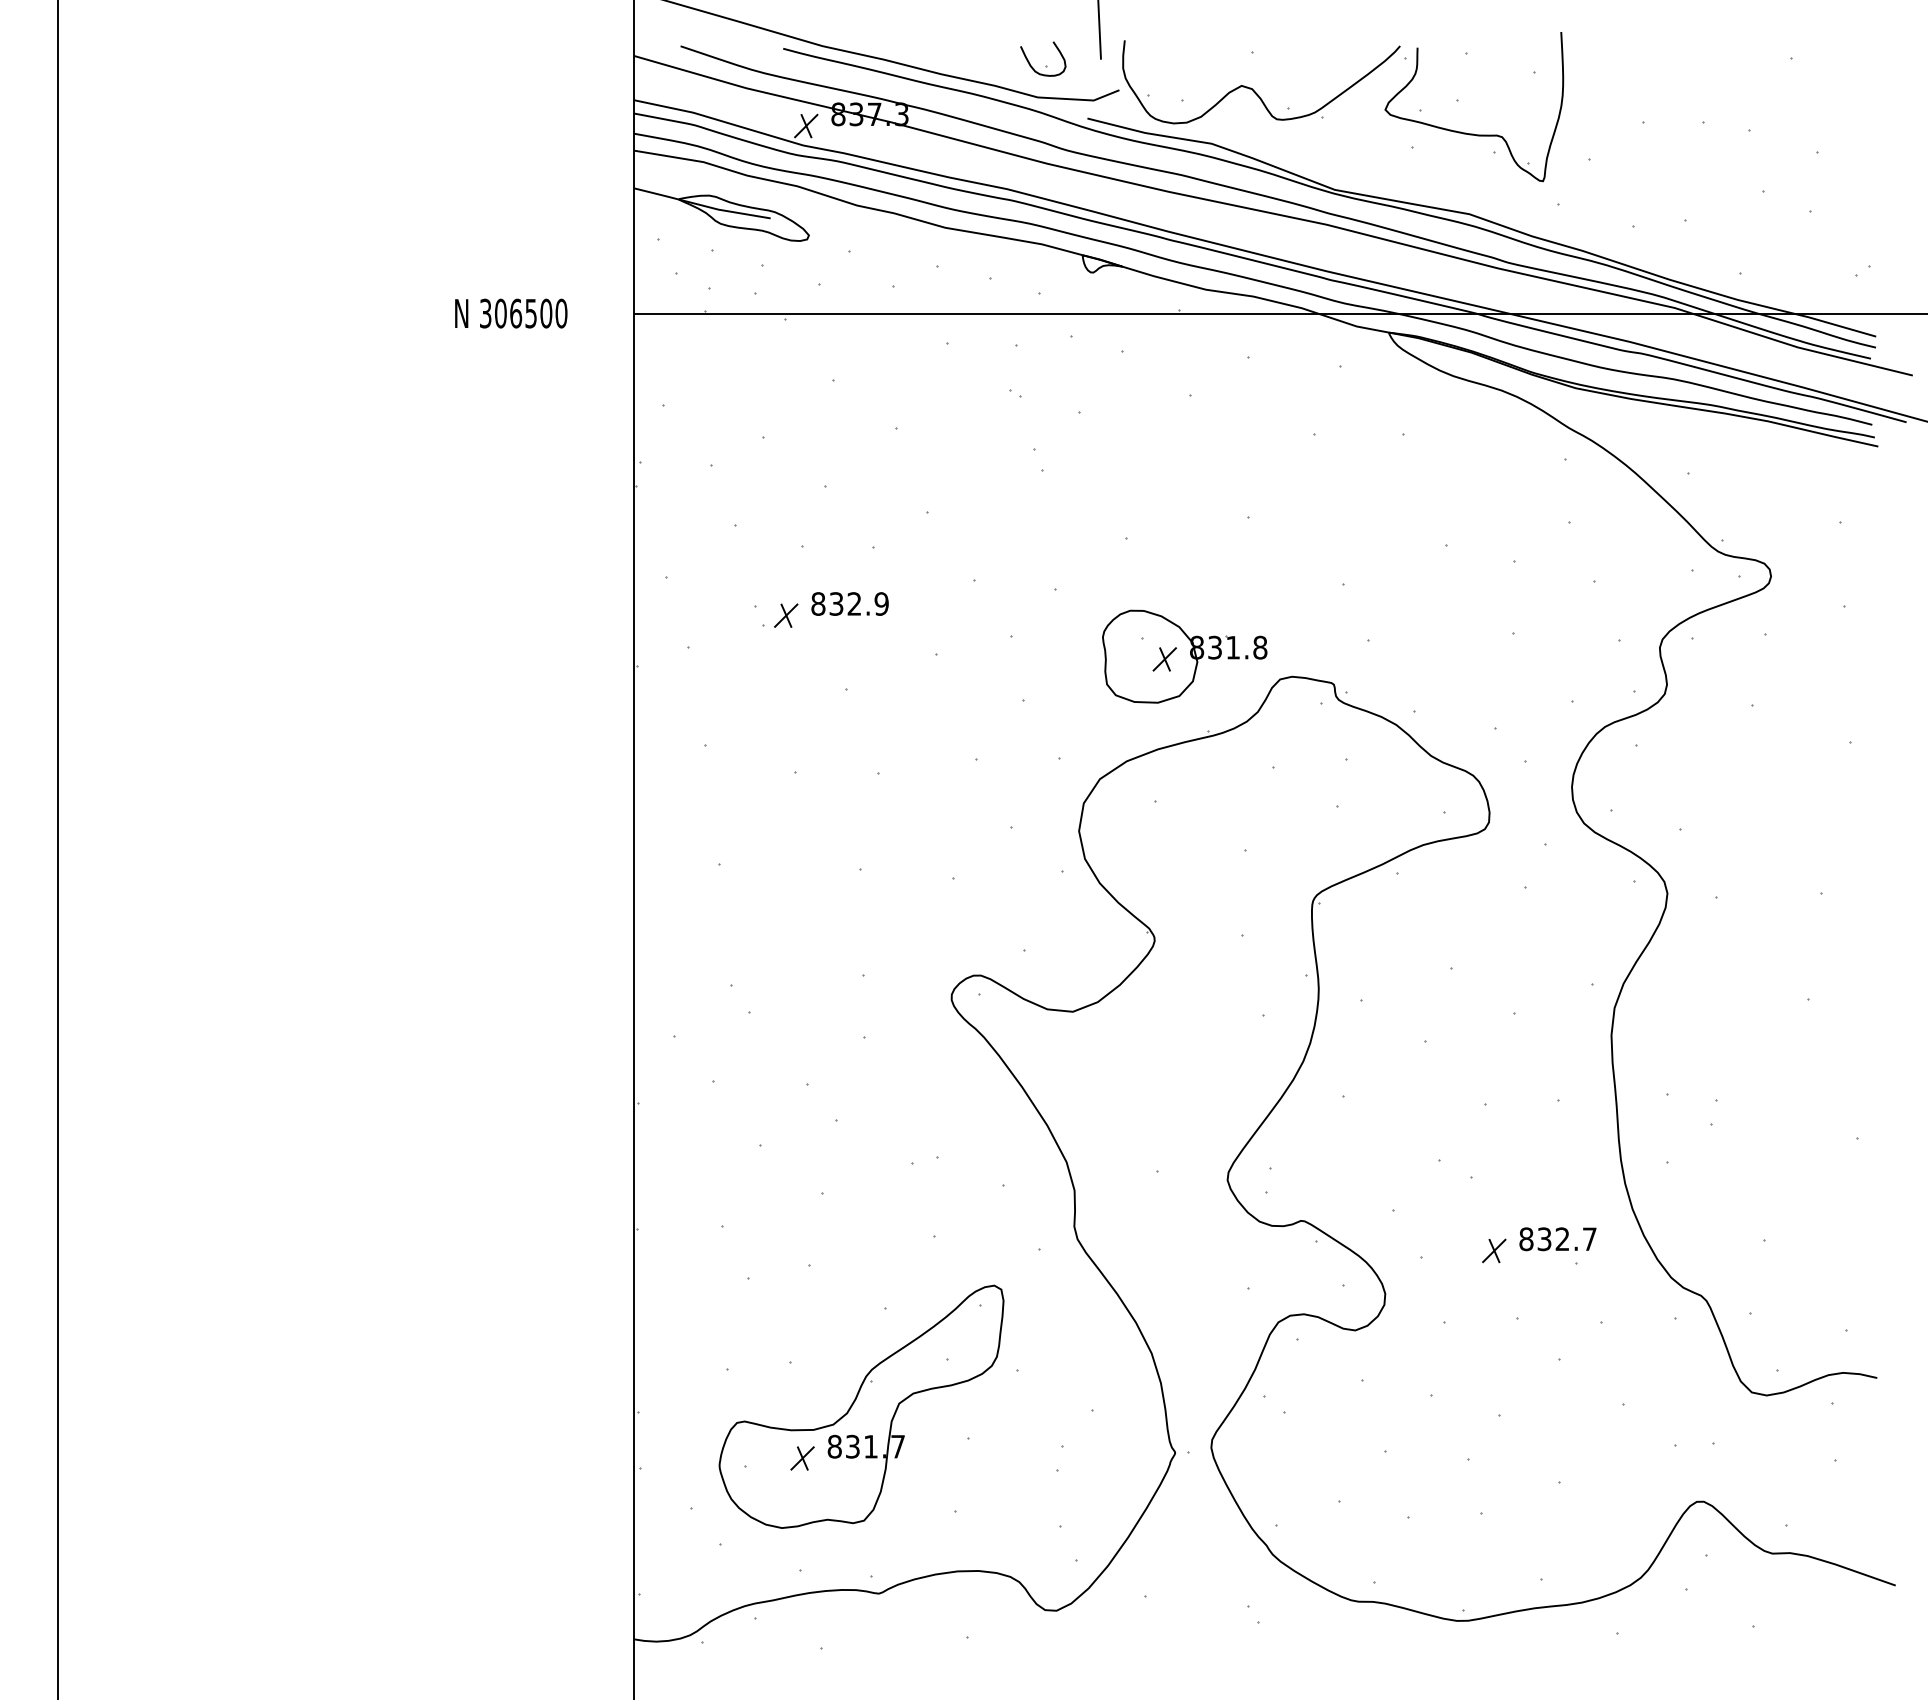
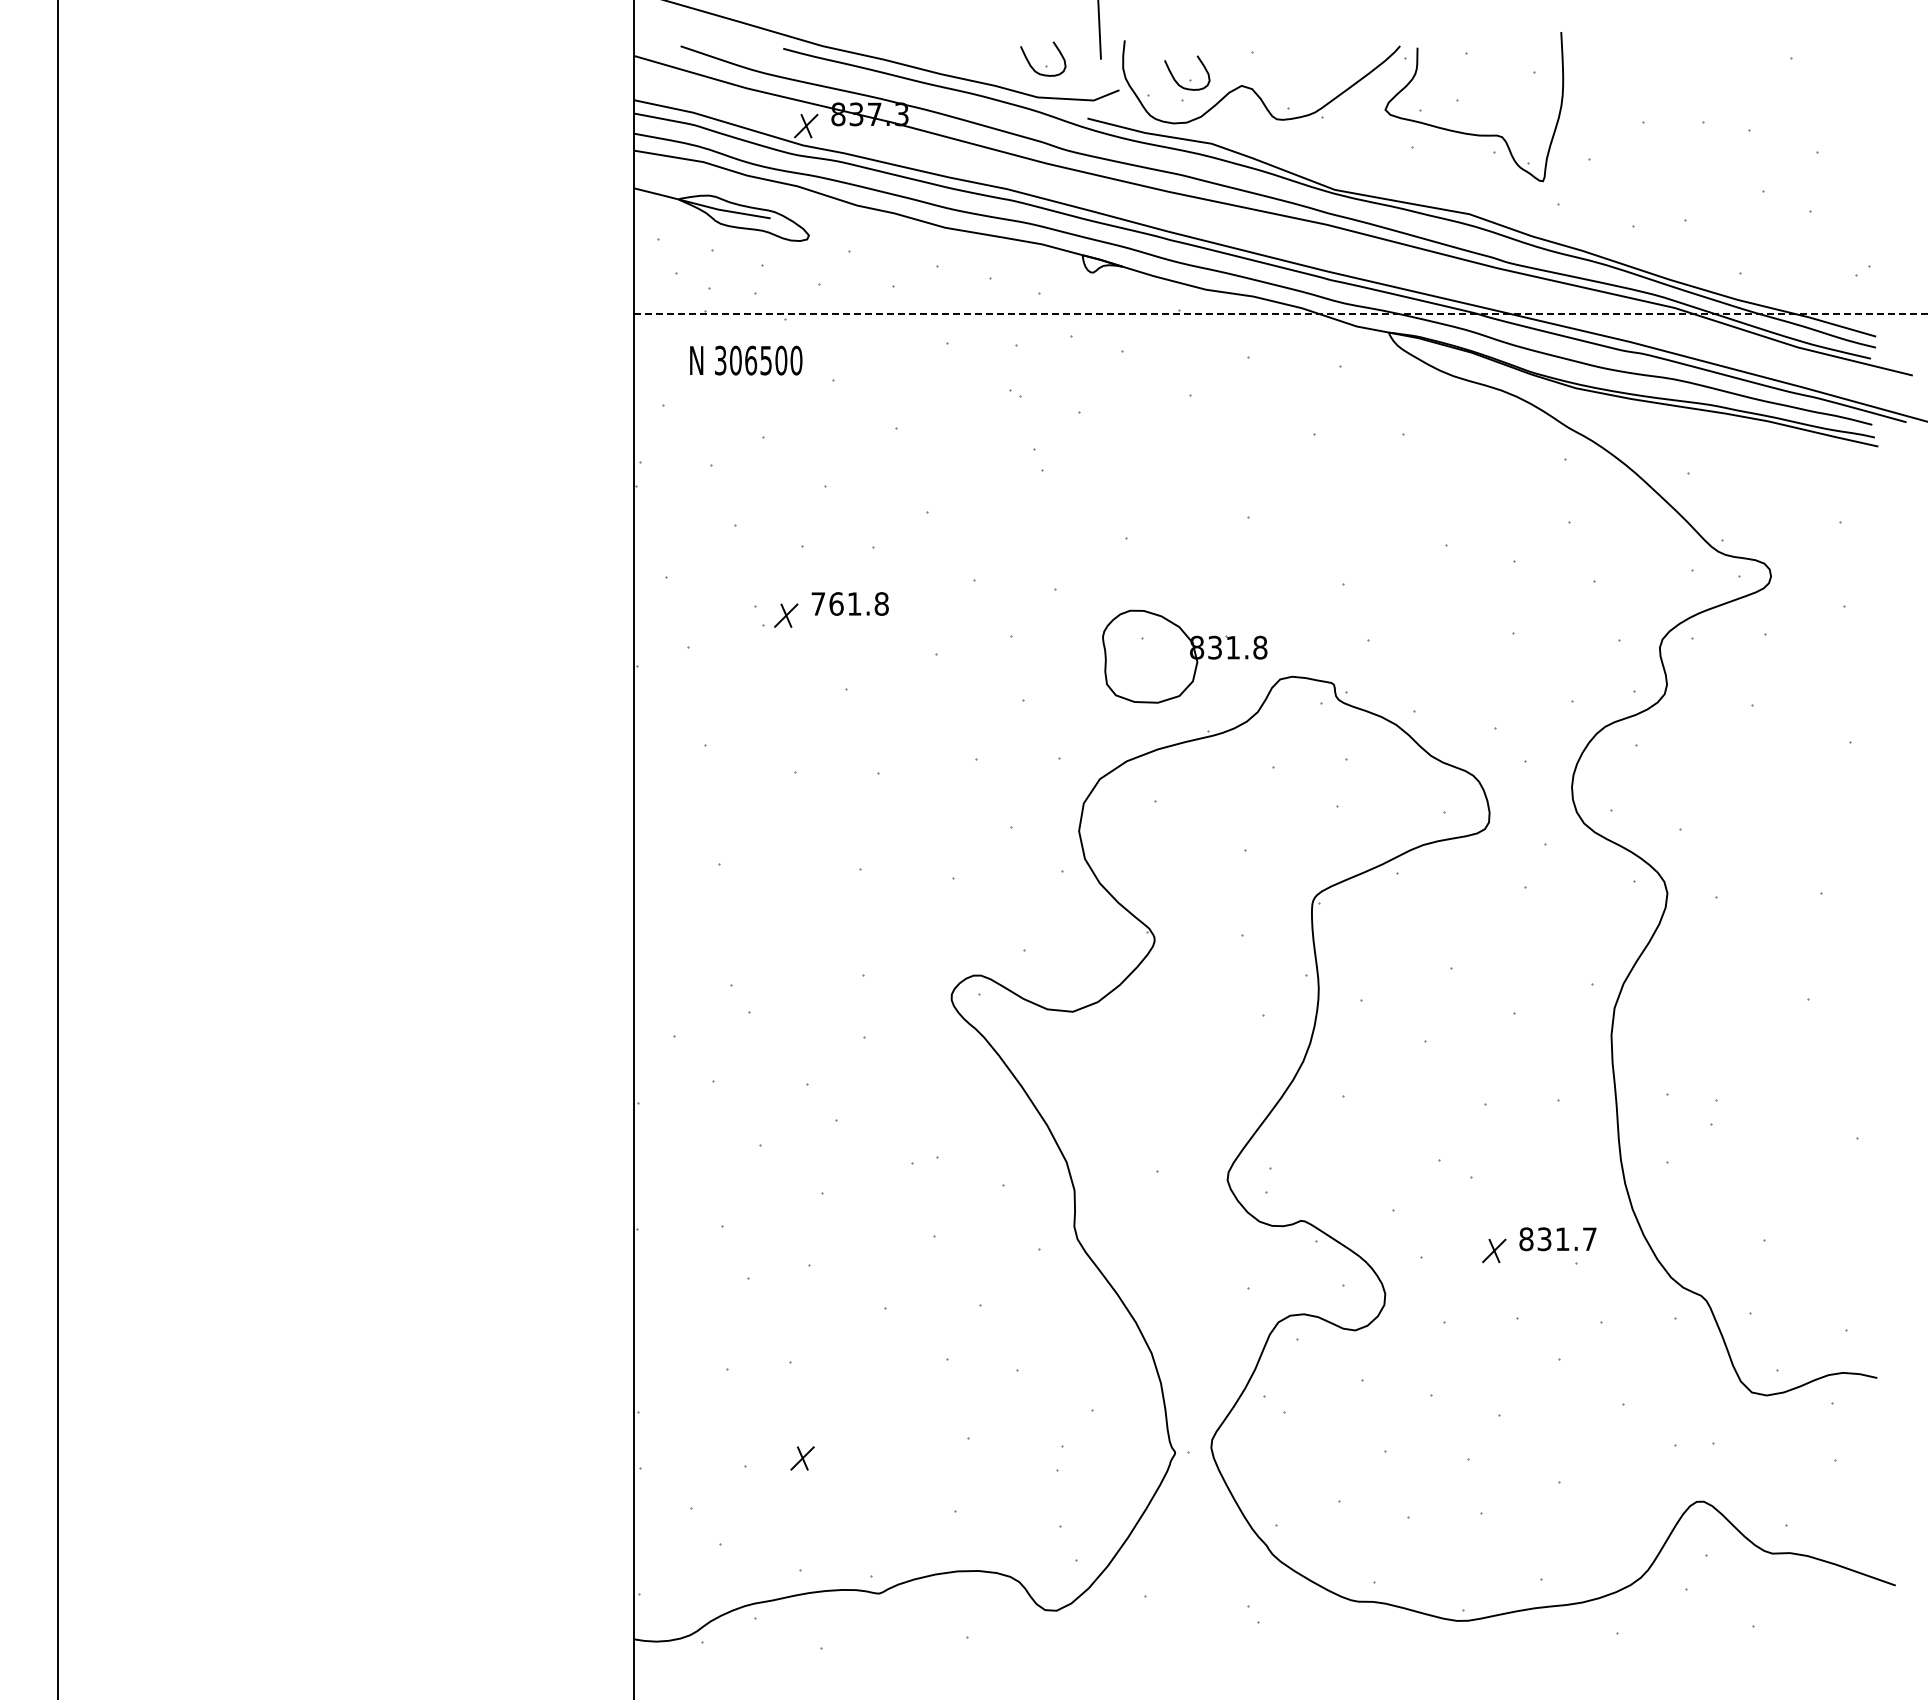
part at (1190, 79): none -> present
text at (511, 313) position: (511, 313) -> (746, 360)
line at (1281, 313): solid -> dashed
text at (849, 603): 832.9 -> 761.8
part at (1164, 659): present -> none
text at (1562, 1238): 832.7 -> 831.7
part at (861, 1406): present -> none
